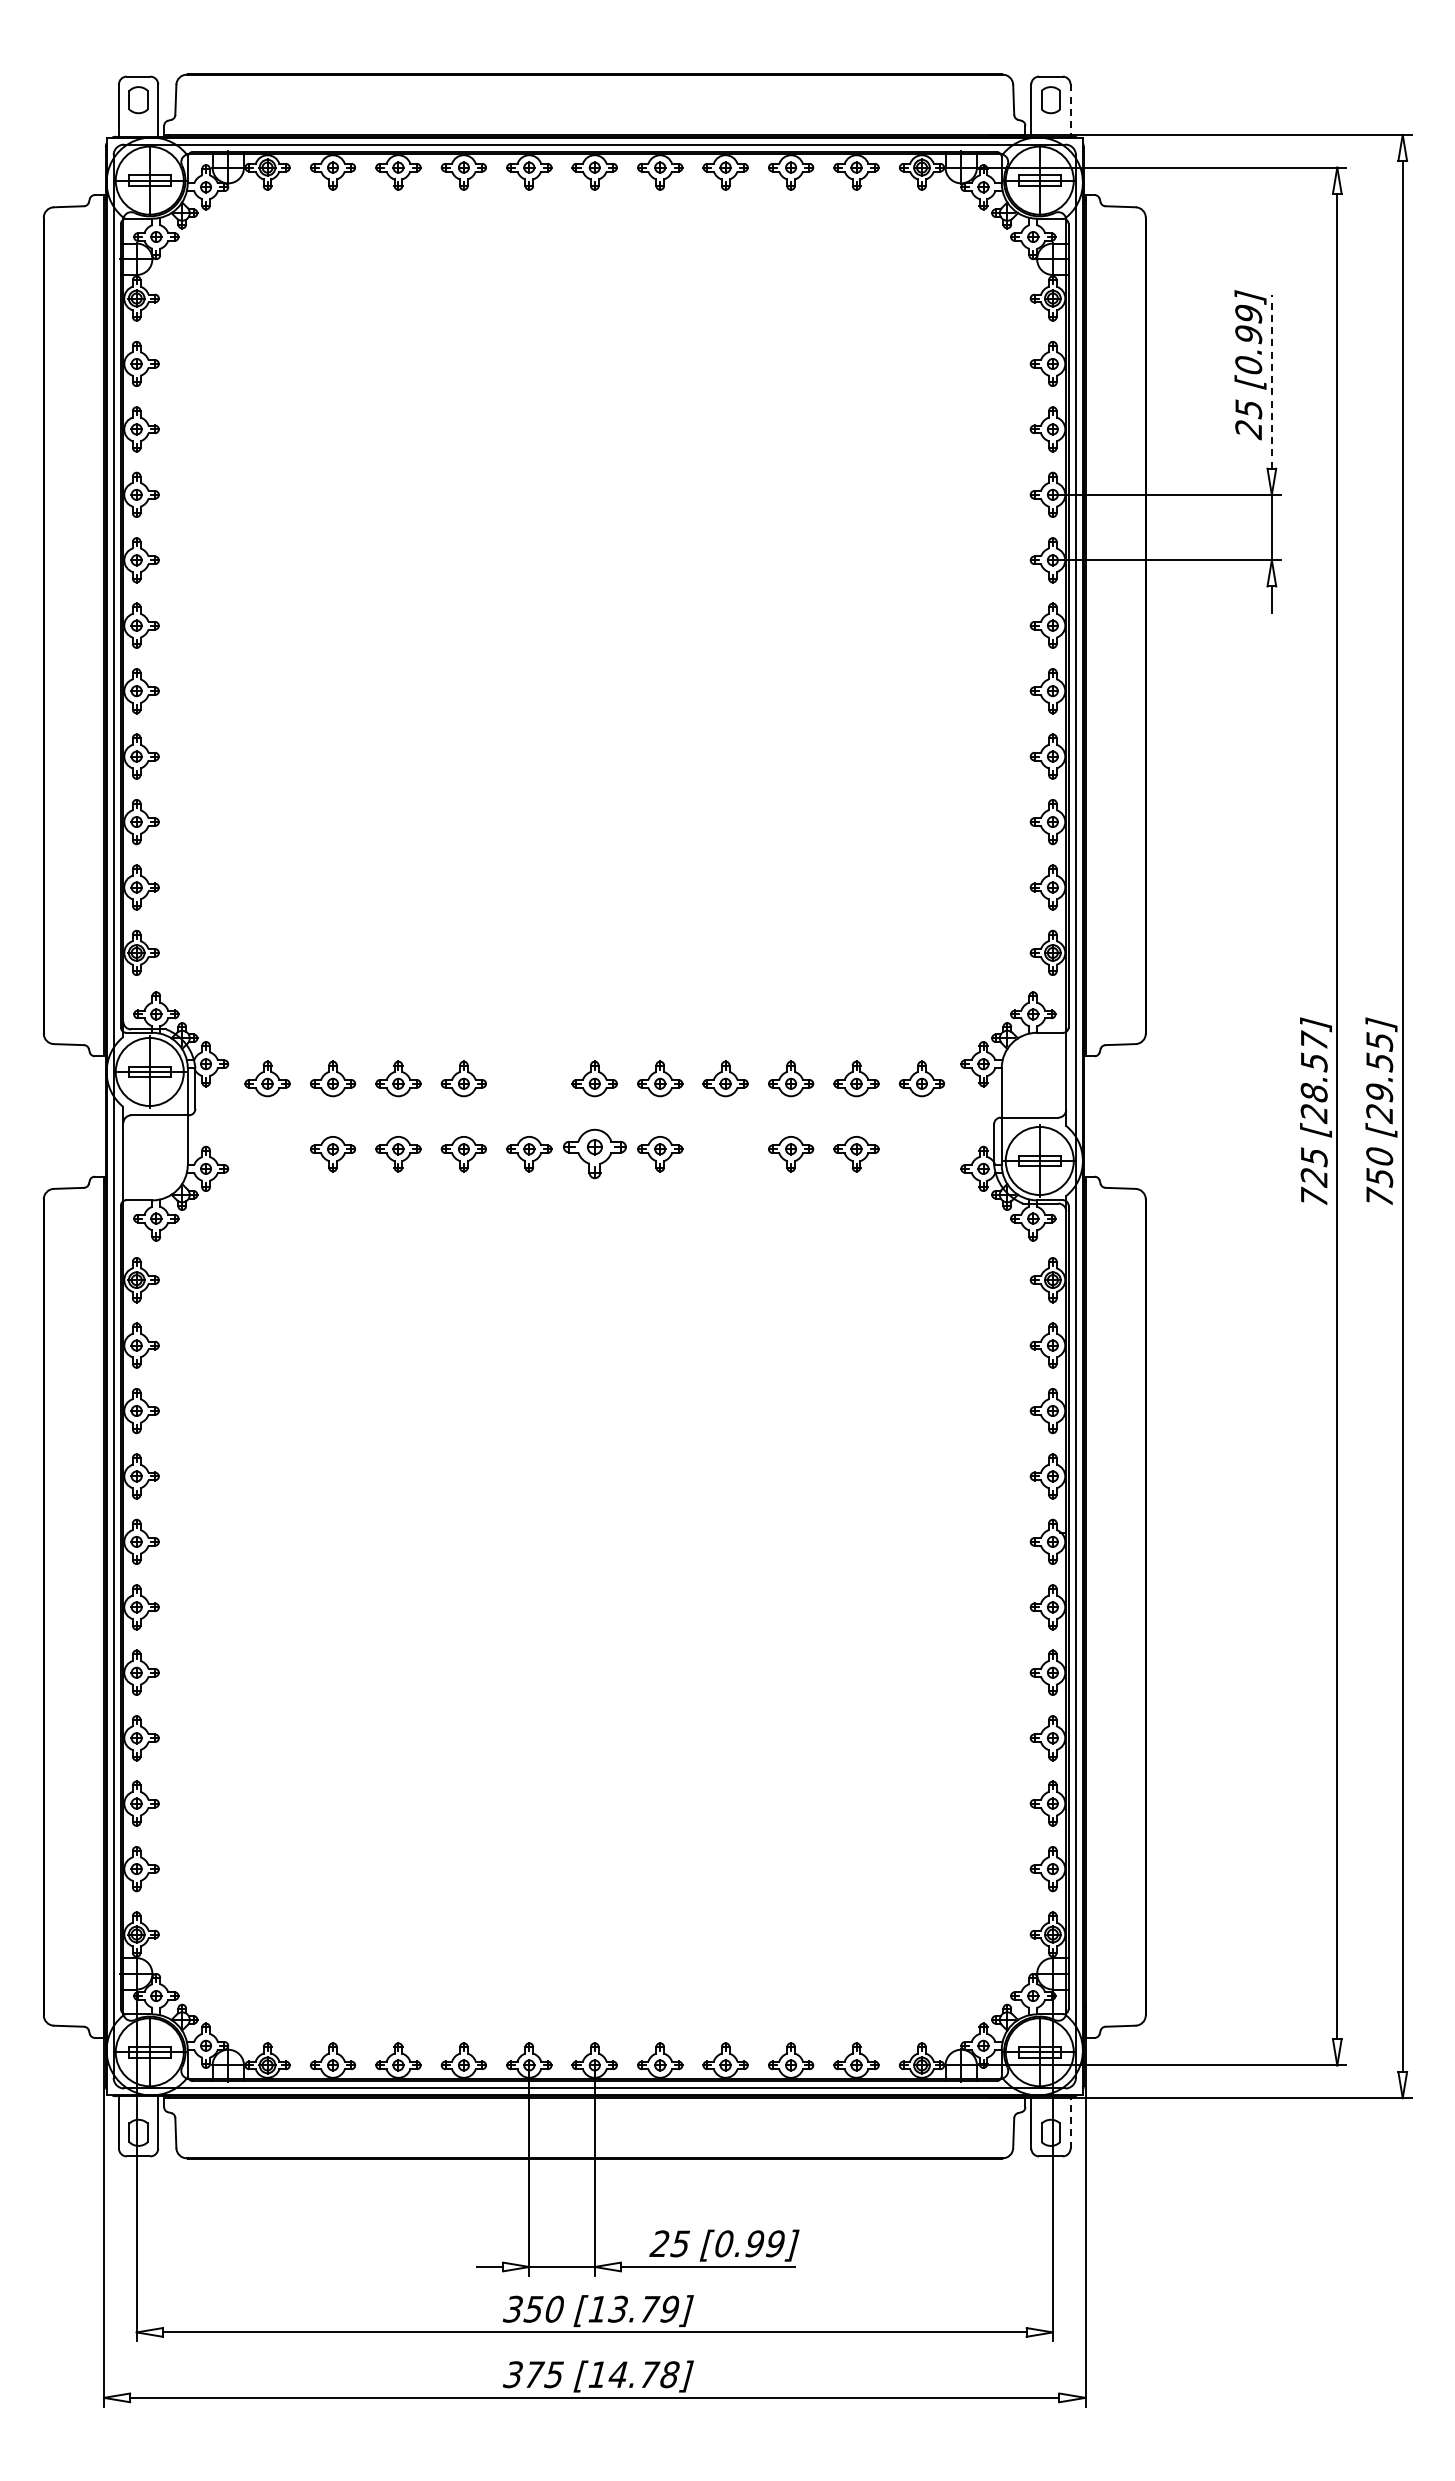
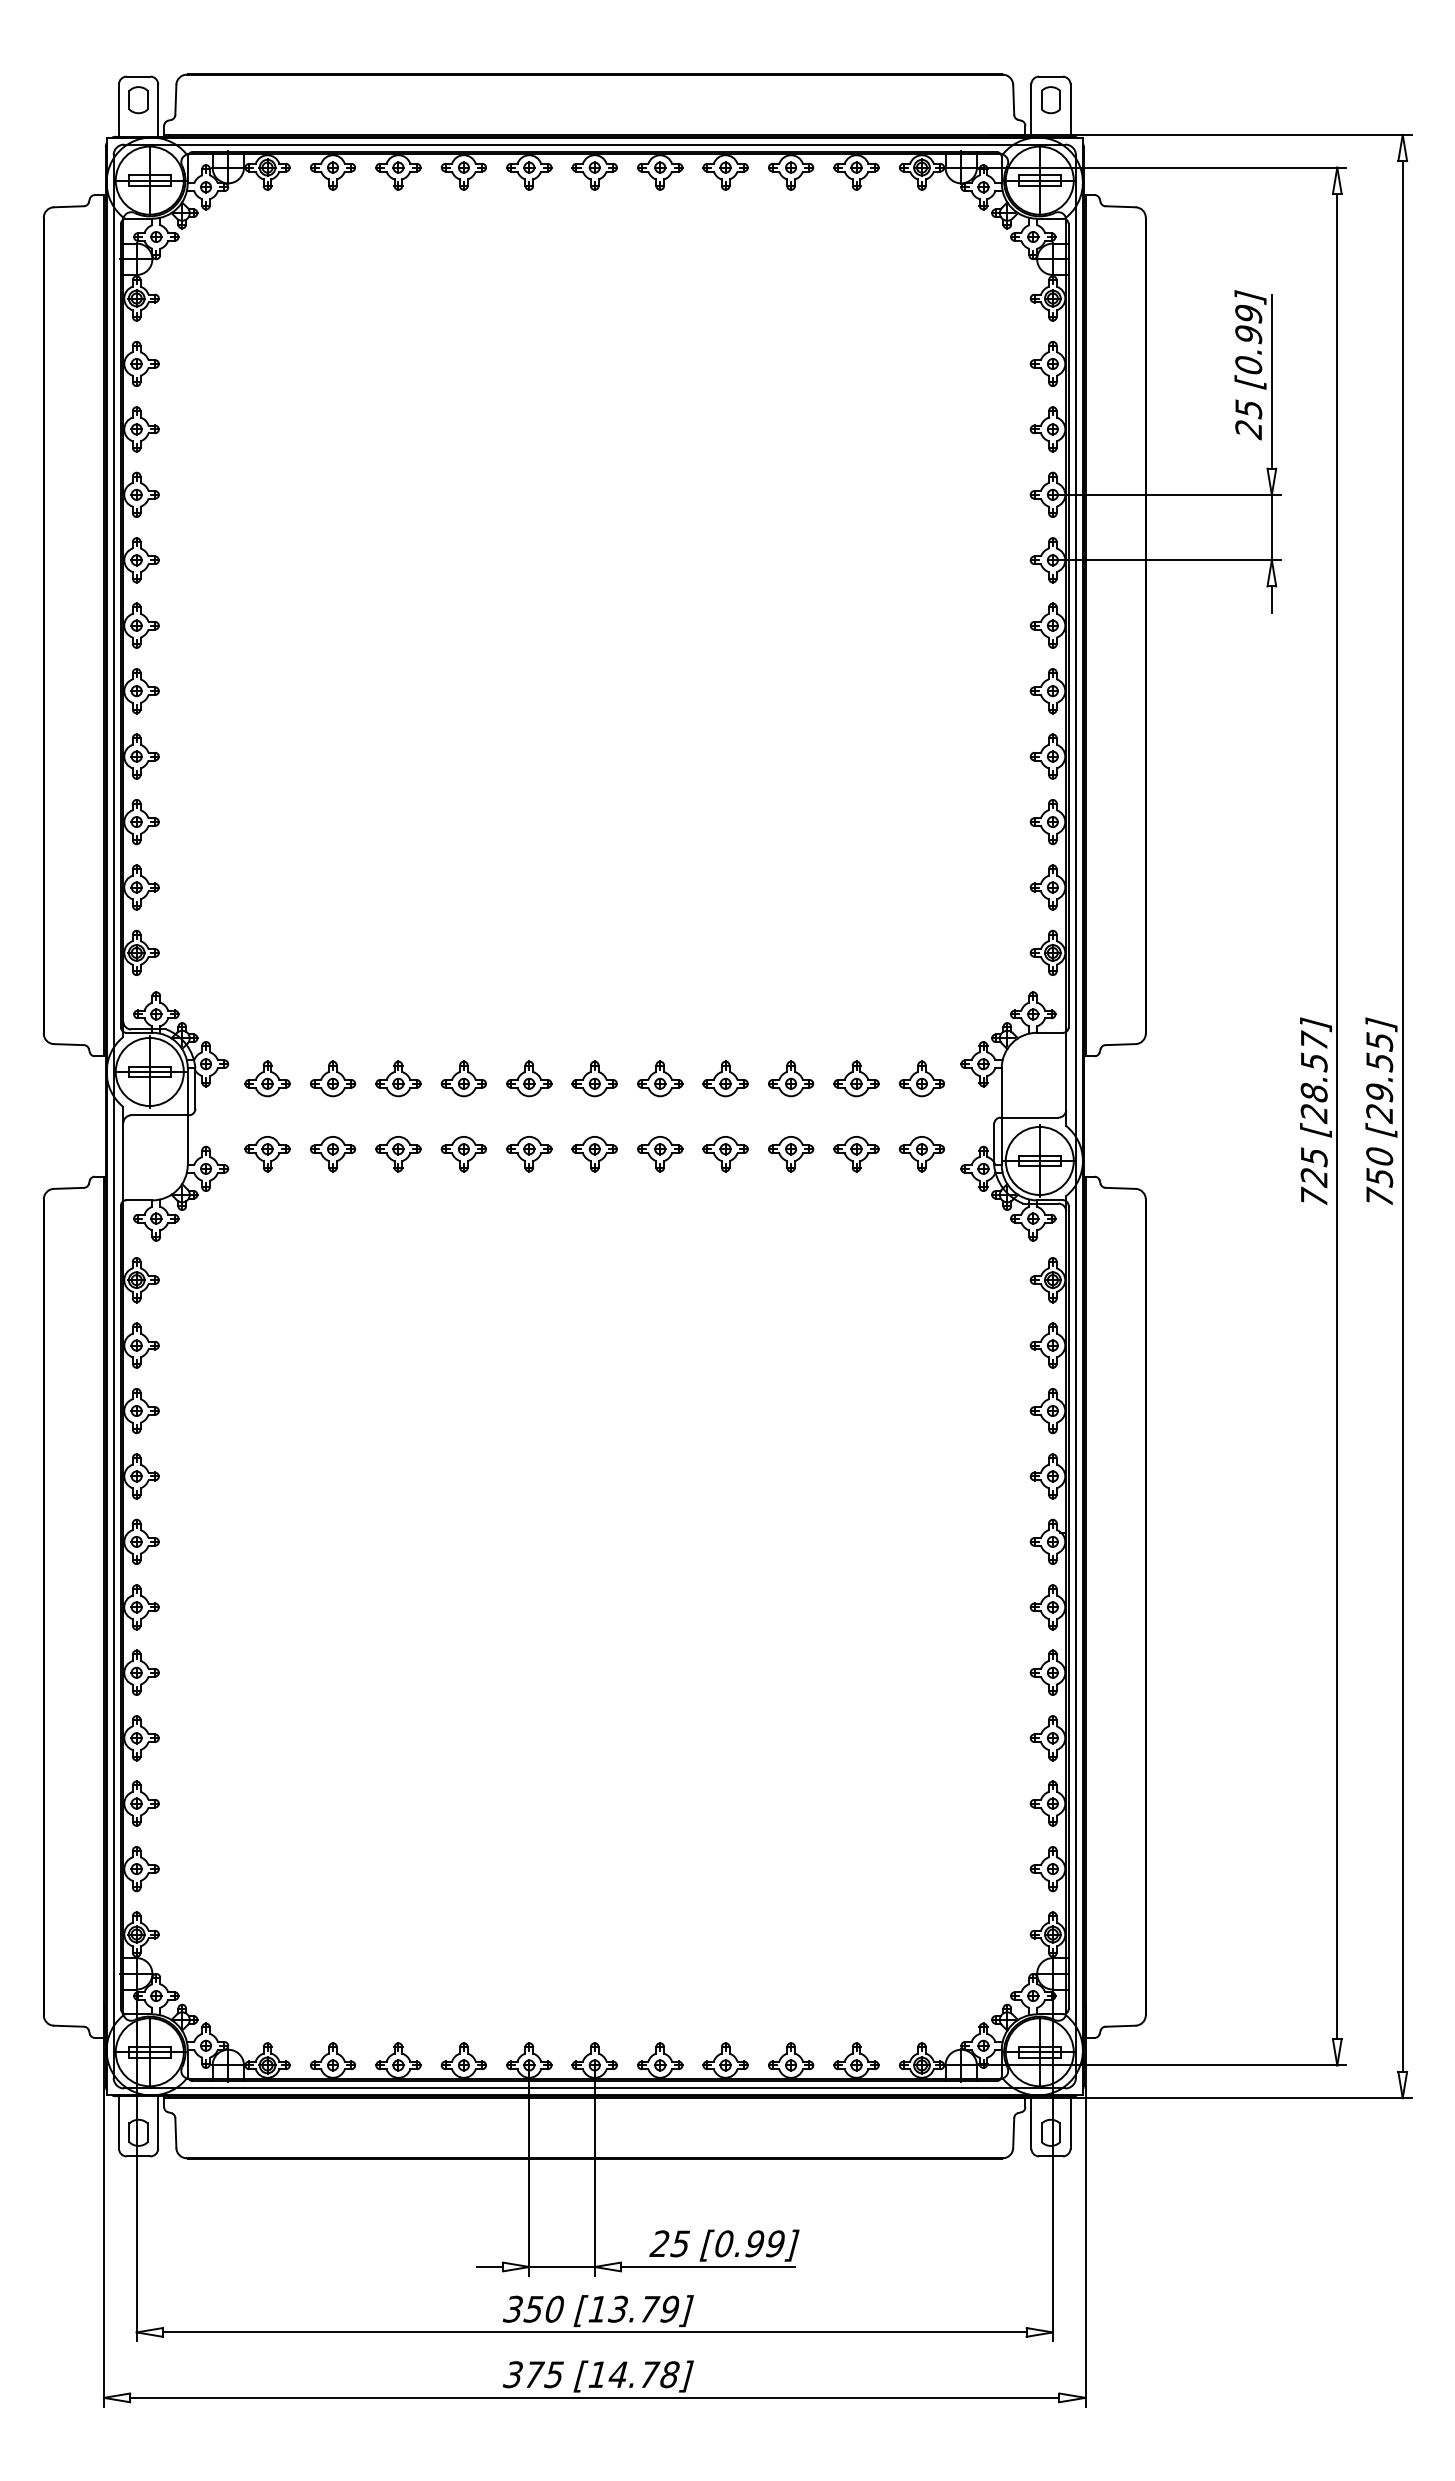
line at (1070, 111): dashed -> solid
line at (1271, 381): dashed -> solid
part at (529, 1078): none -> present
part at (594, 1153) size: 64x52 px -> 47x37 px
part at (267, 1154): none -> present
part at (725, 1154): none -> present
part at (921, 1154): none -> present
line at (1070, 2121): dashed -> solid
